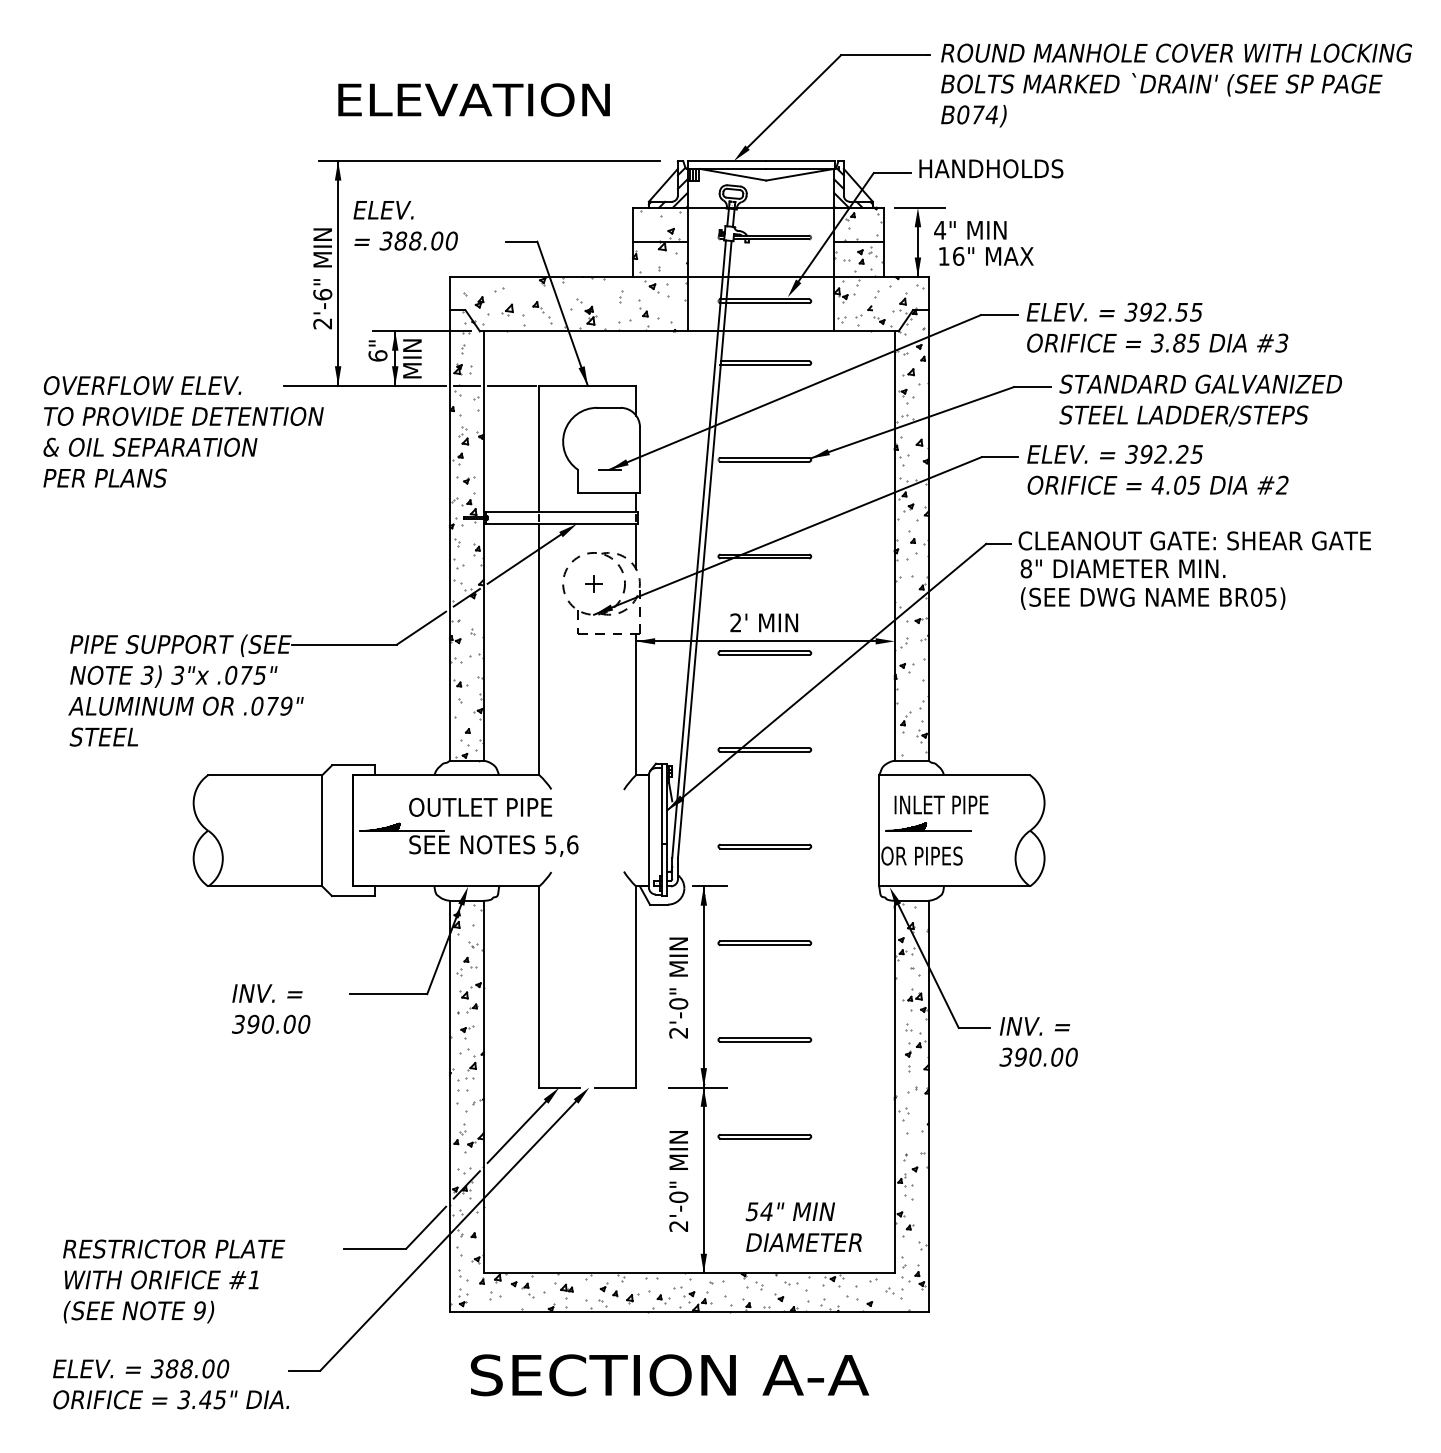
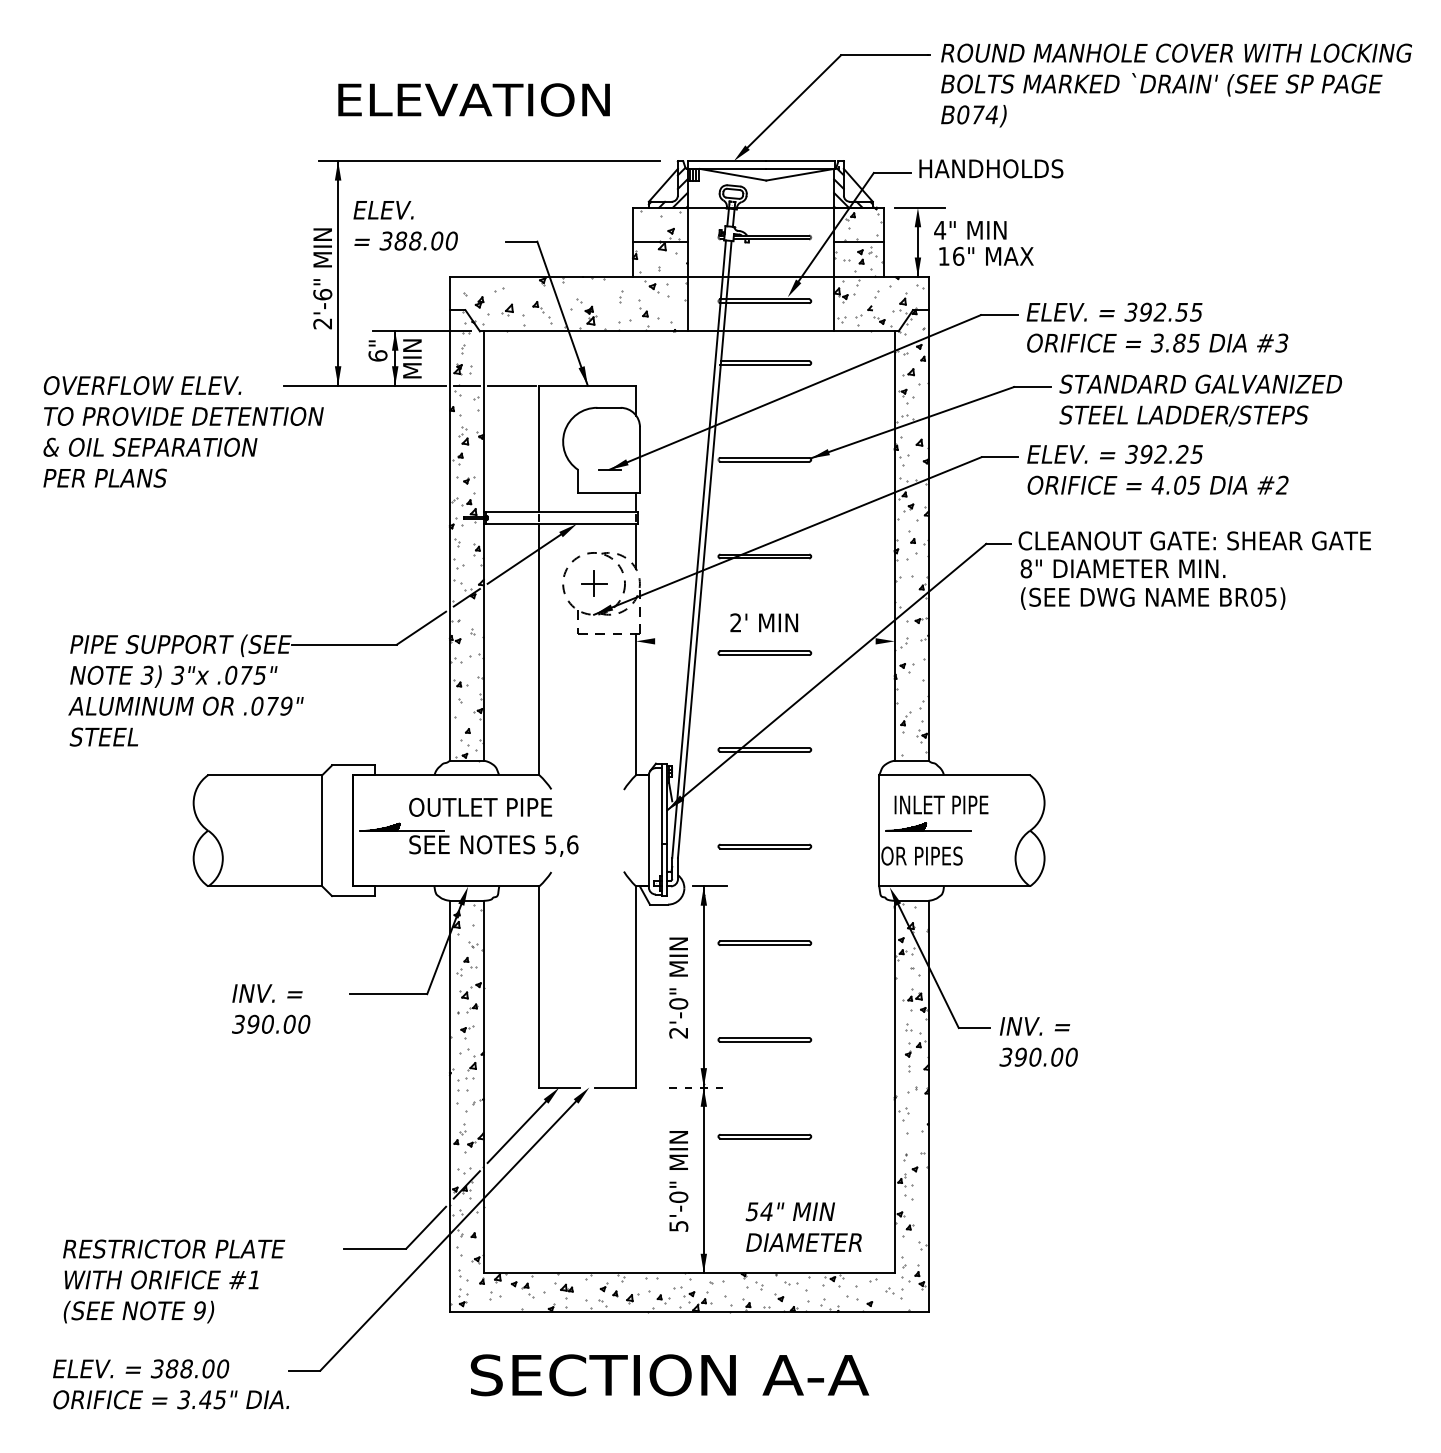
part at (593, 583) size: 18x18 px -> 27x27 px
line at (755, 641): present -> none
line at (698, 1087): solid -> dashed
text at (678, 1226): 2'-0" -> 5'-0"
